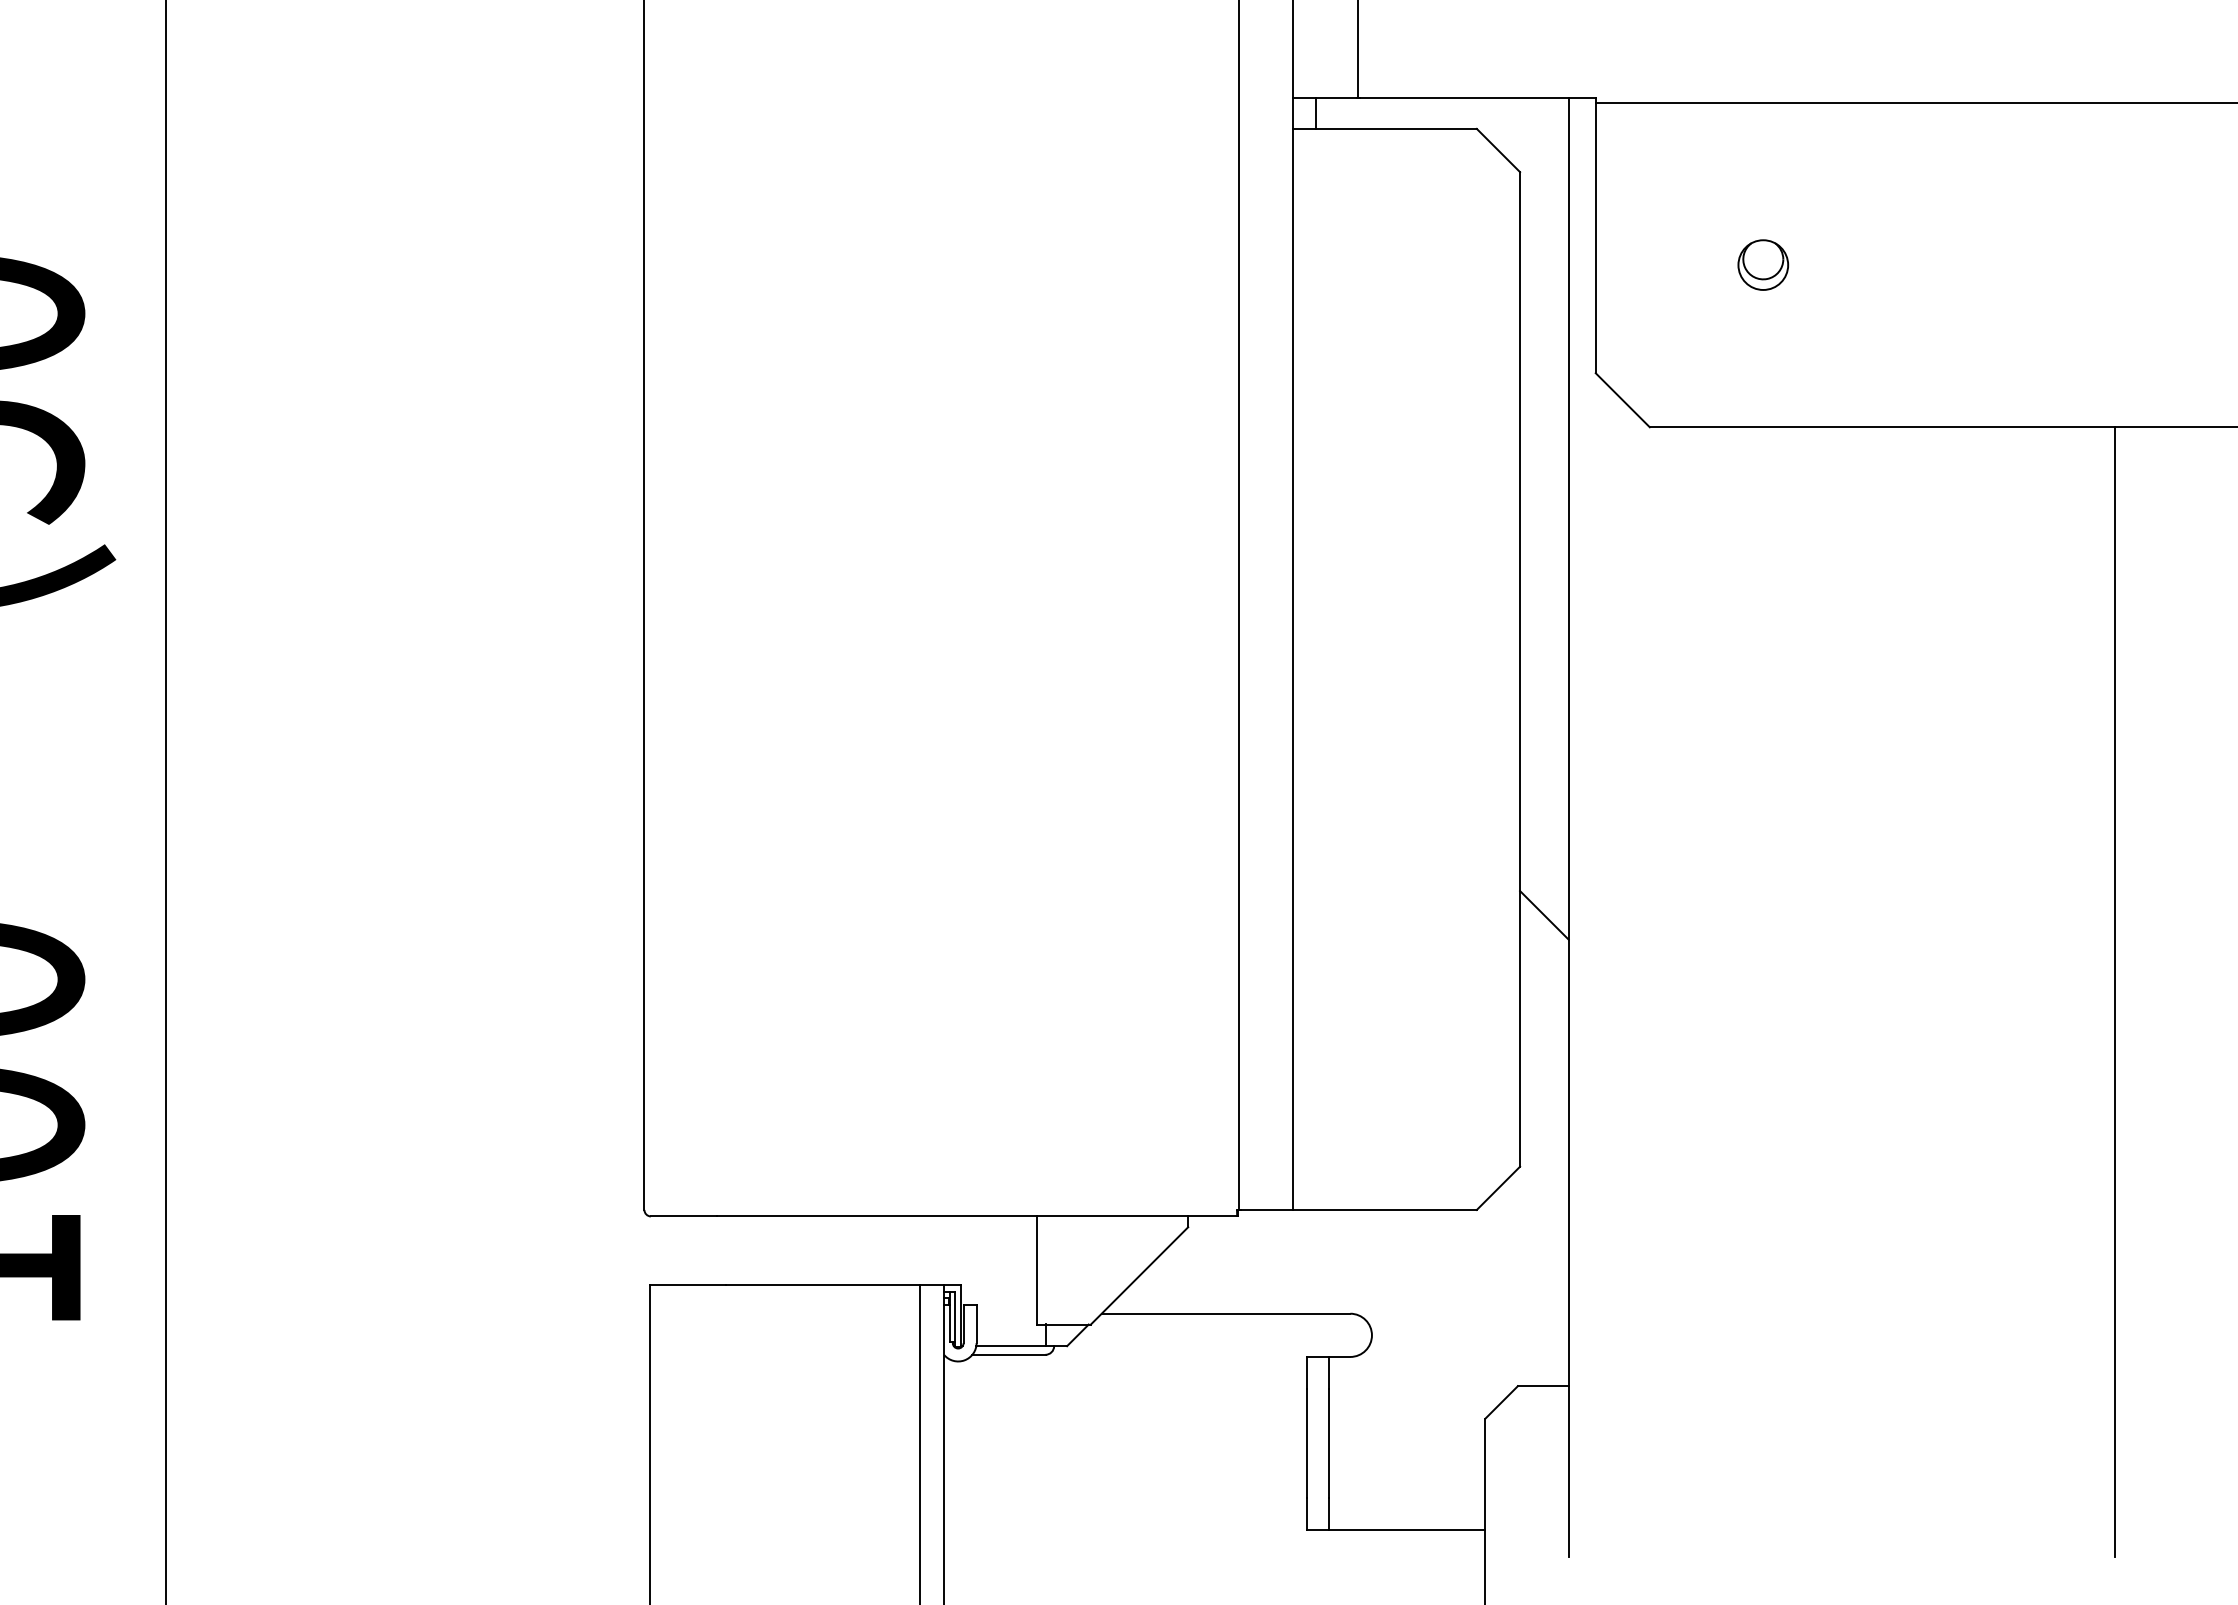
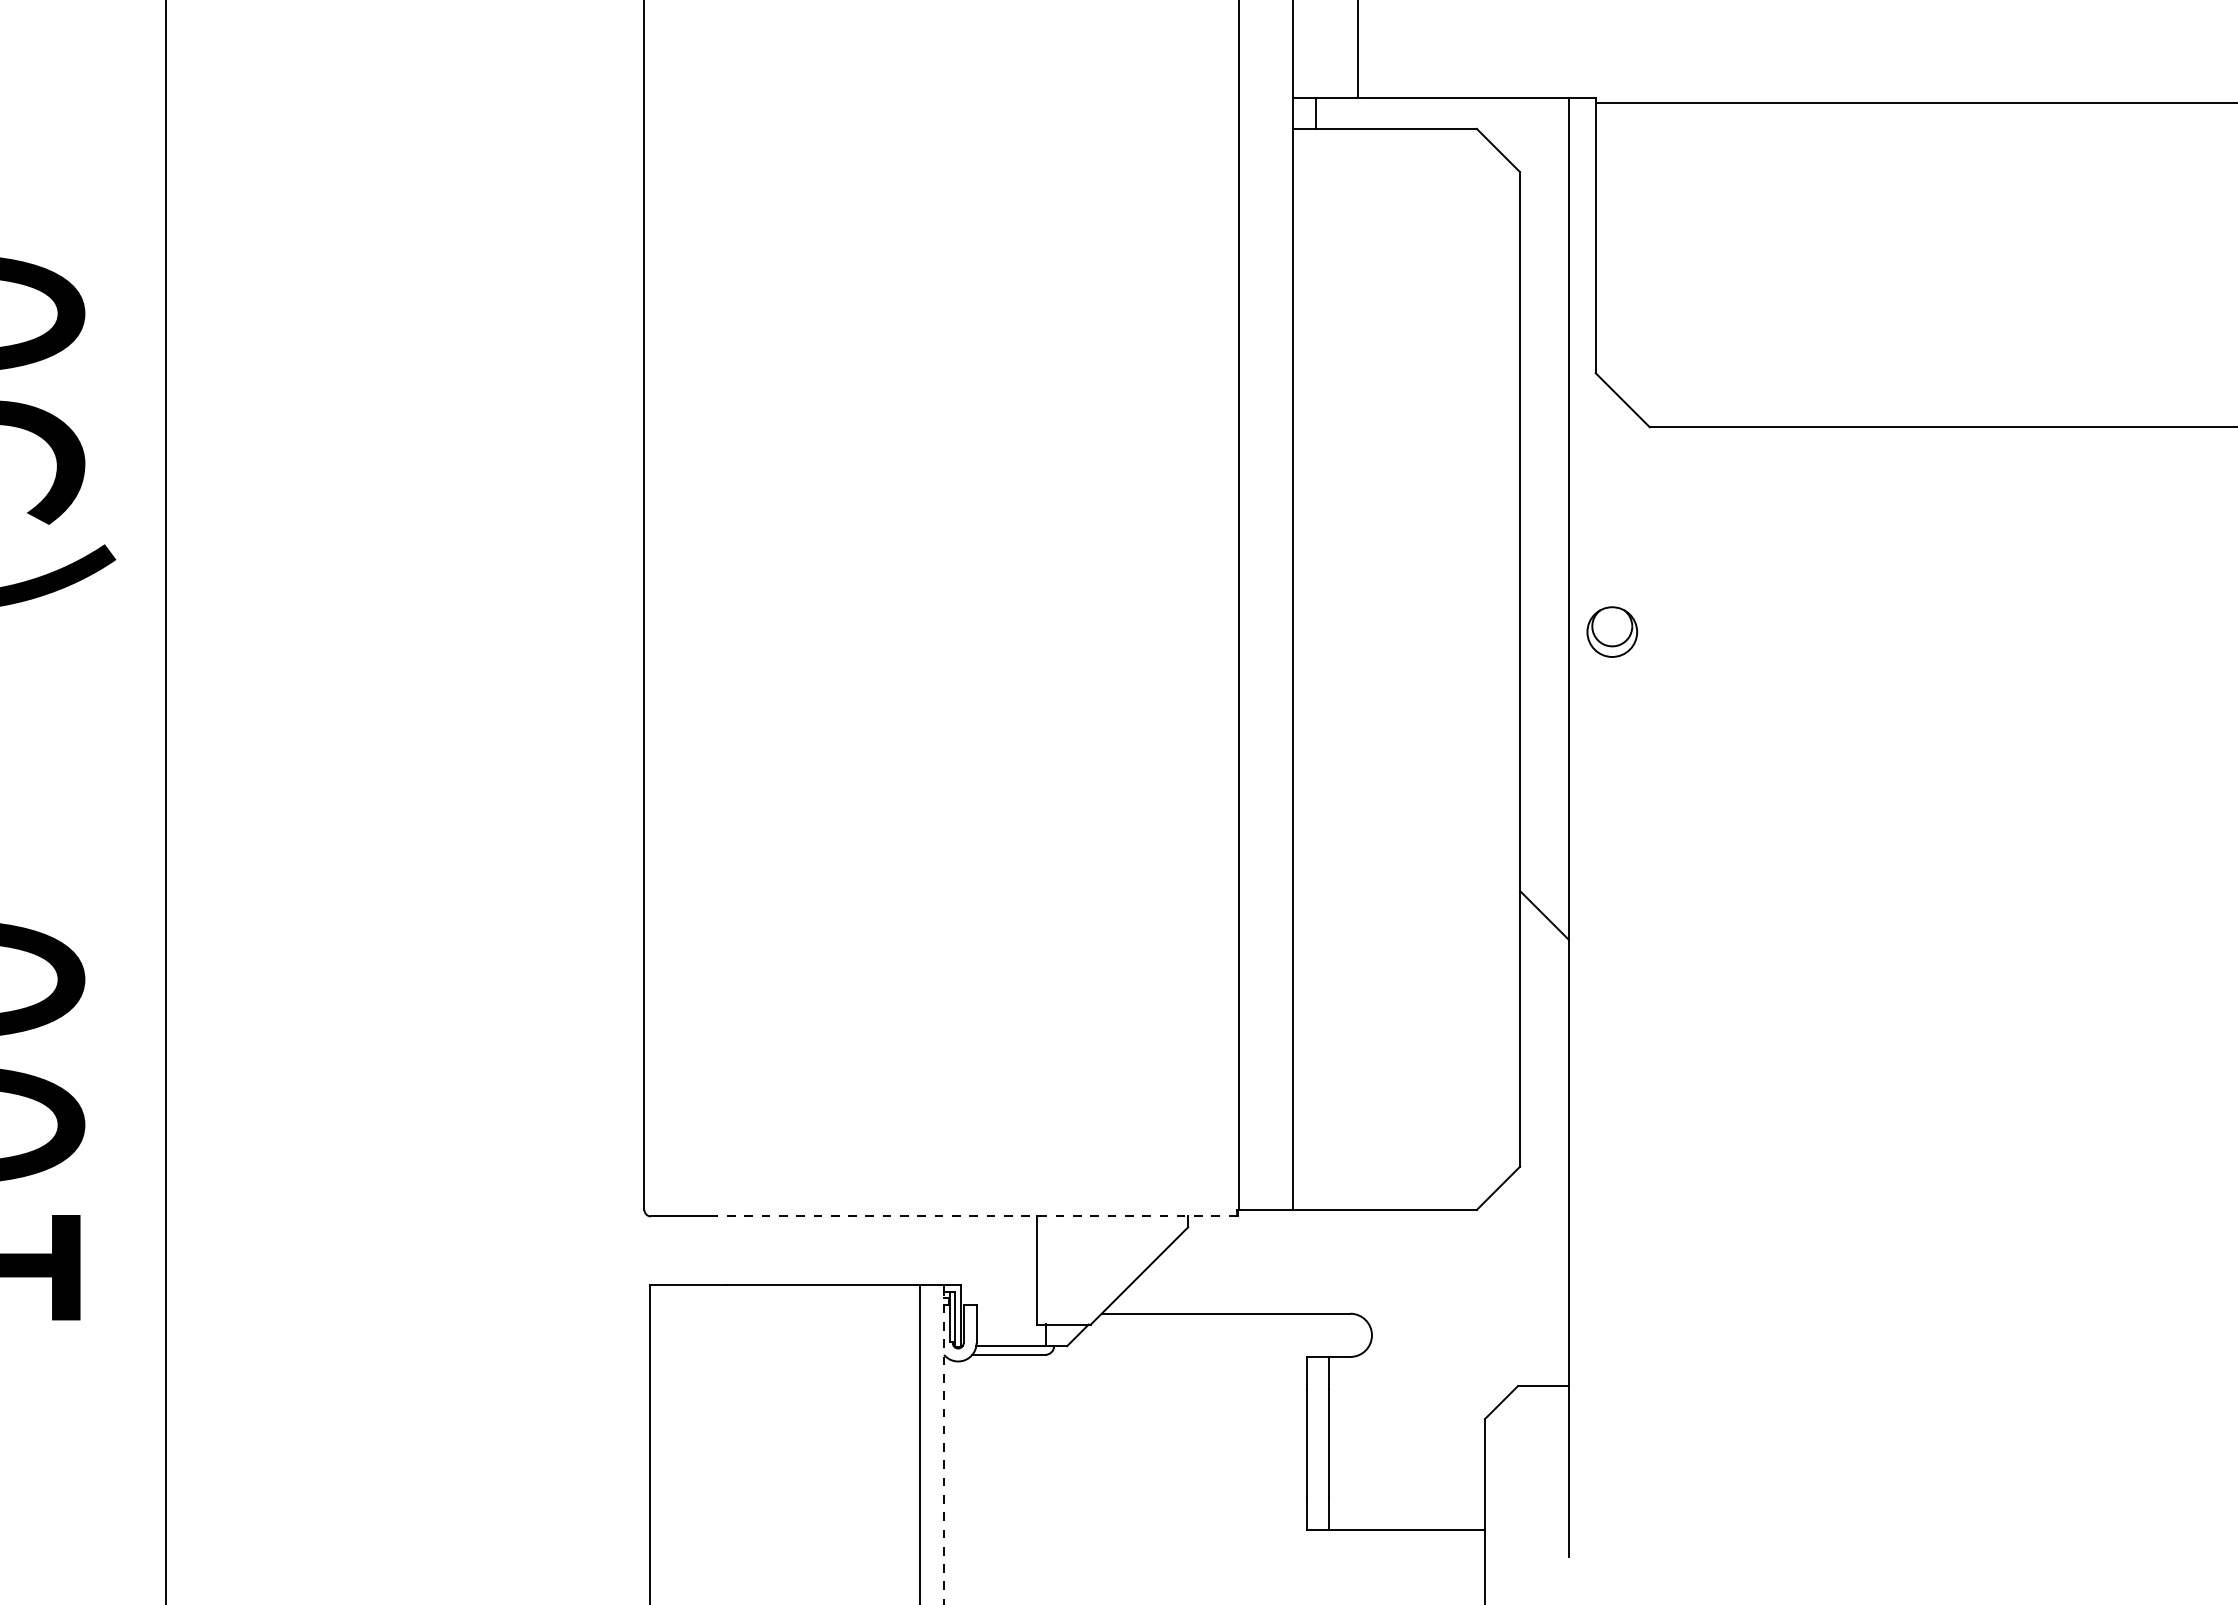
part at (1763, 264) position: (1763, 264) -> (1612, 631)
line at (2114, 991): present -> none
line at (976, 1216): solid -> dashed
line at (944, 1447): solid -> dashed
